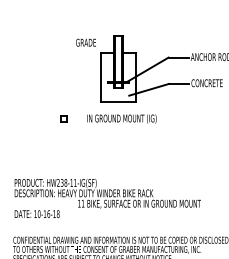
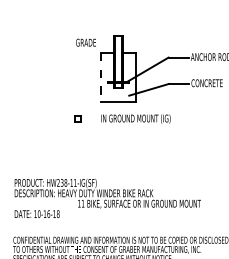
line at (101, 77): solid -> dashed
part at (108, 118) position: (108, 118) -> (122, 118)
